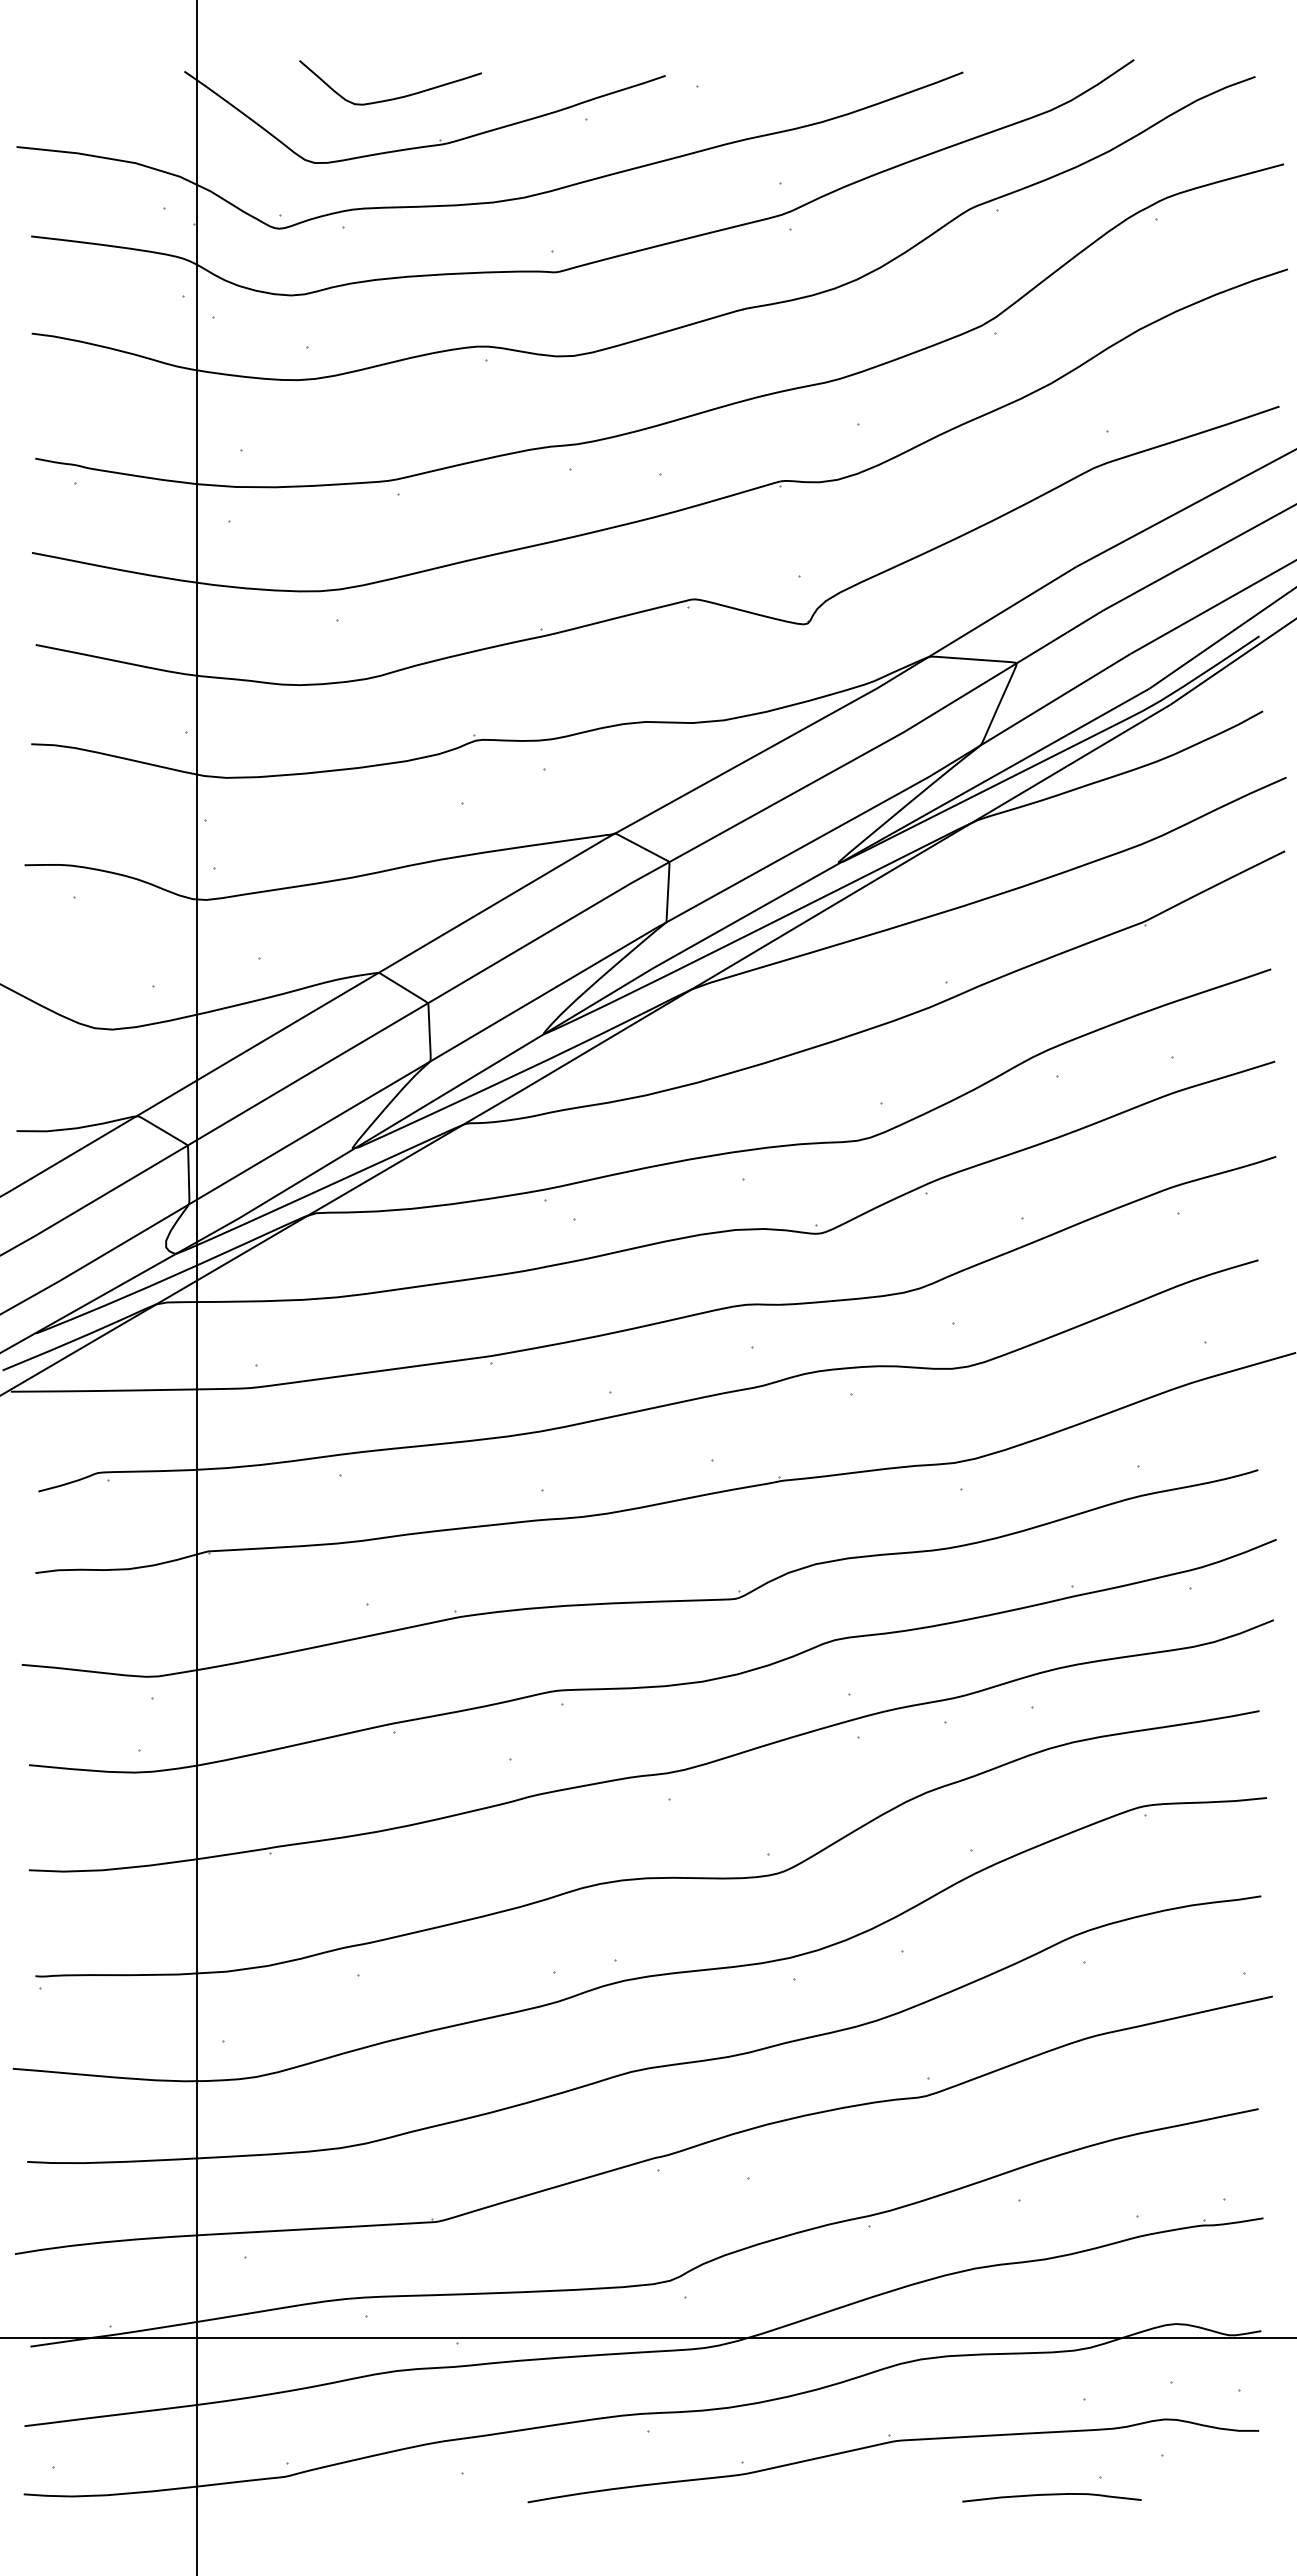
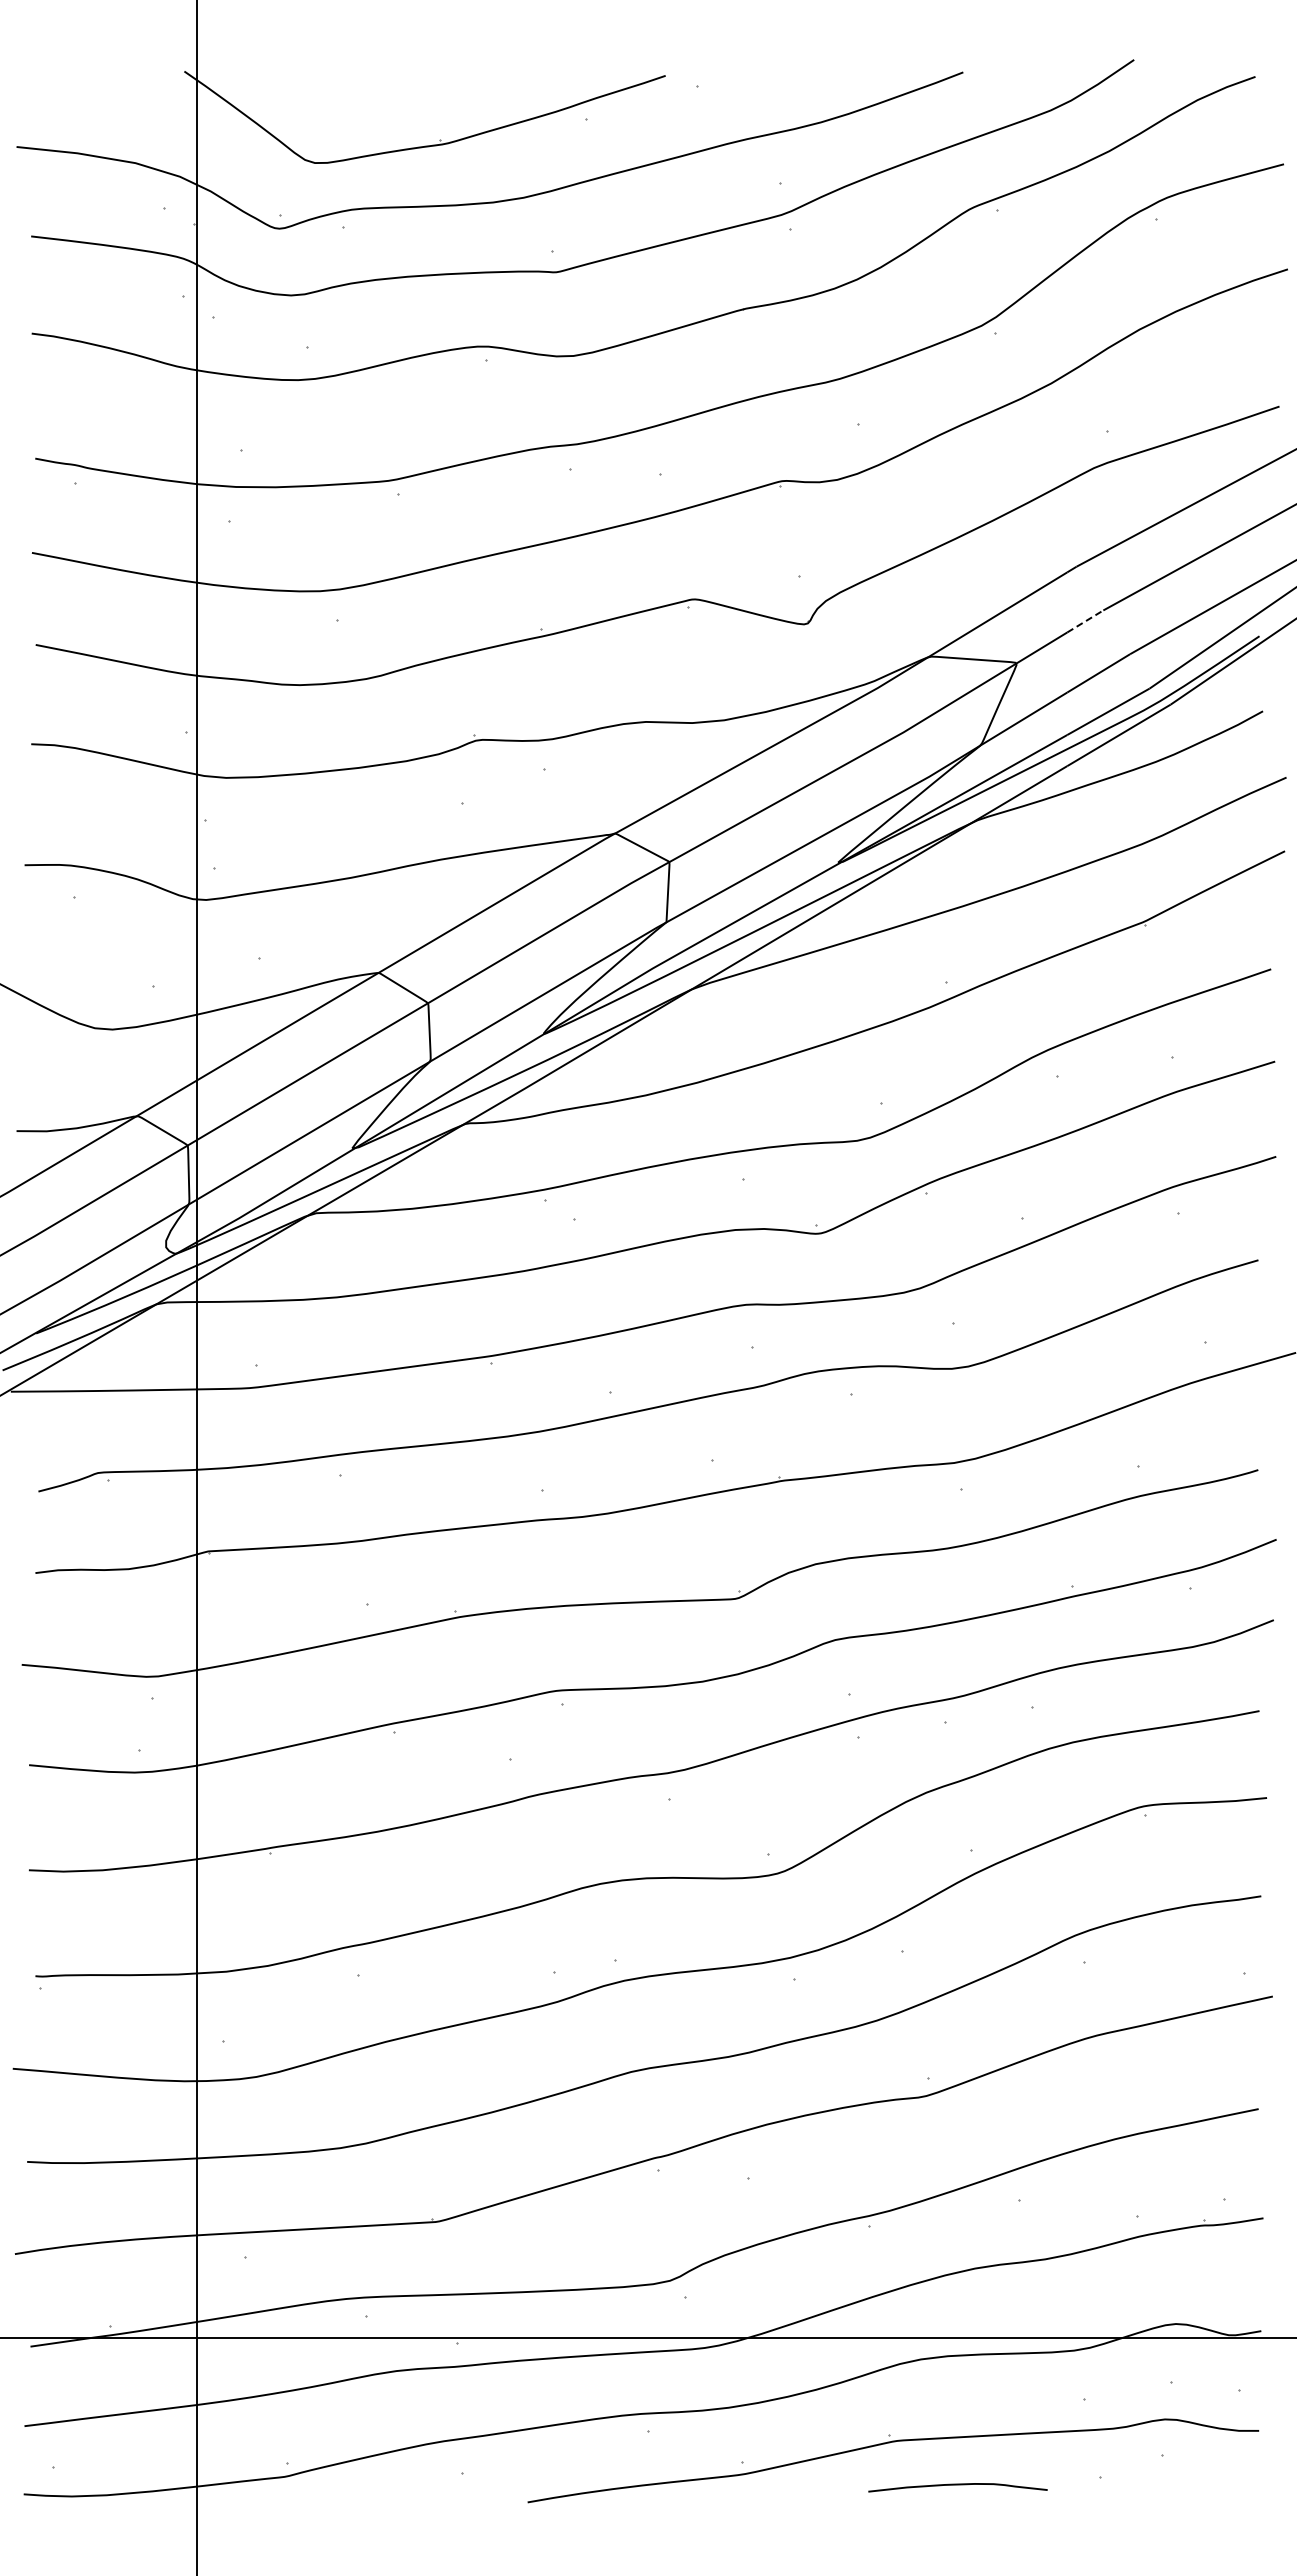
curve at (395, 97): present -> none
line at (1085, 621): solid -> dashed
curve at (1051, 2495) position: (1051, 2495) -> (957, 2485)
